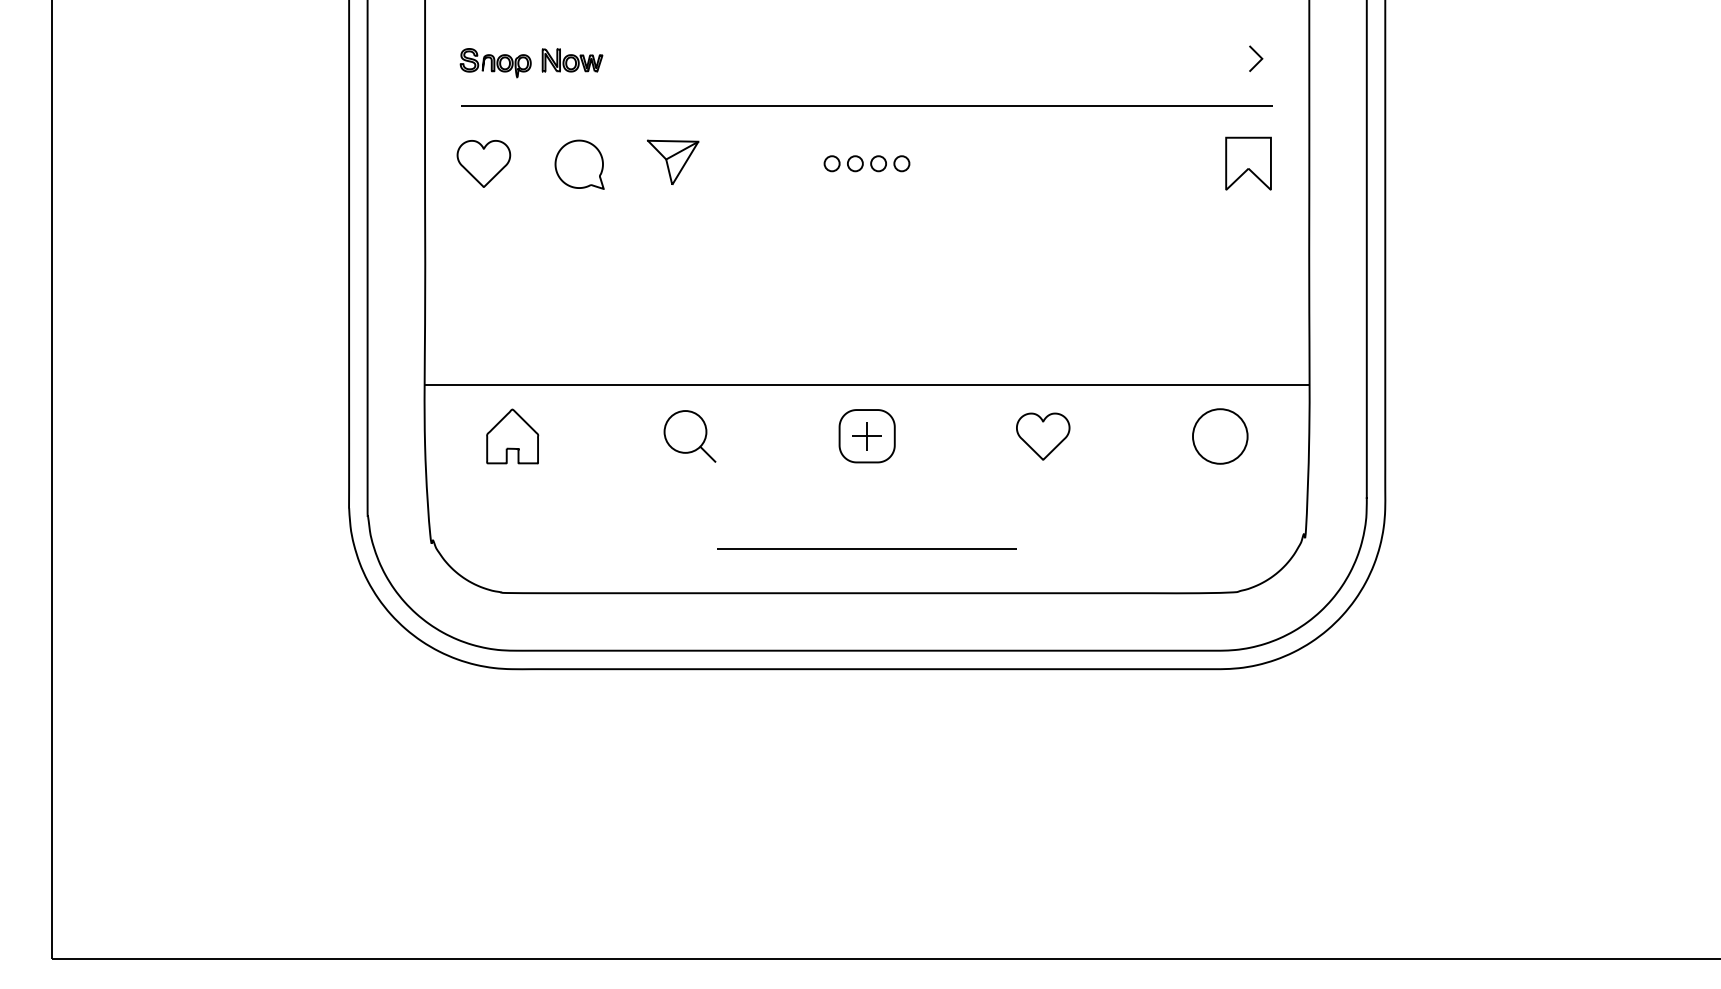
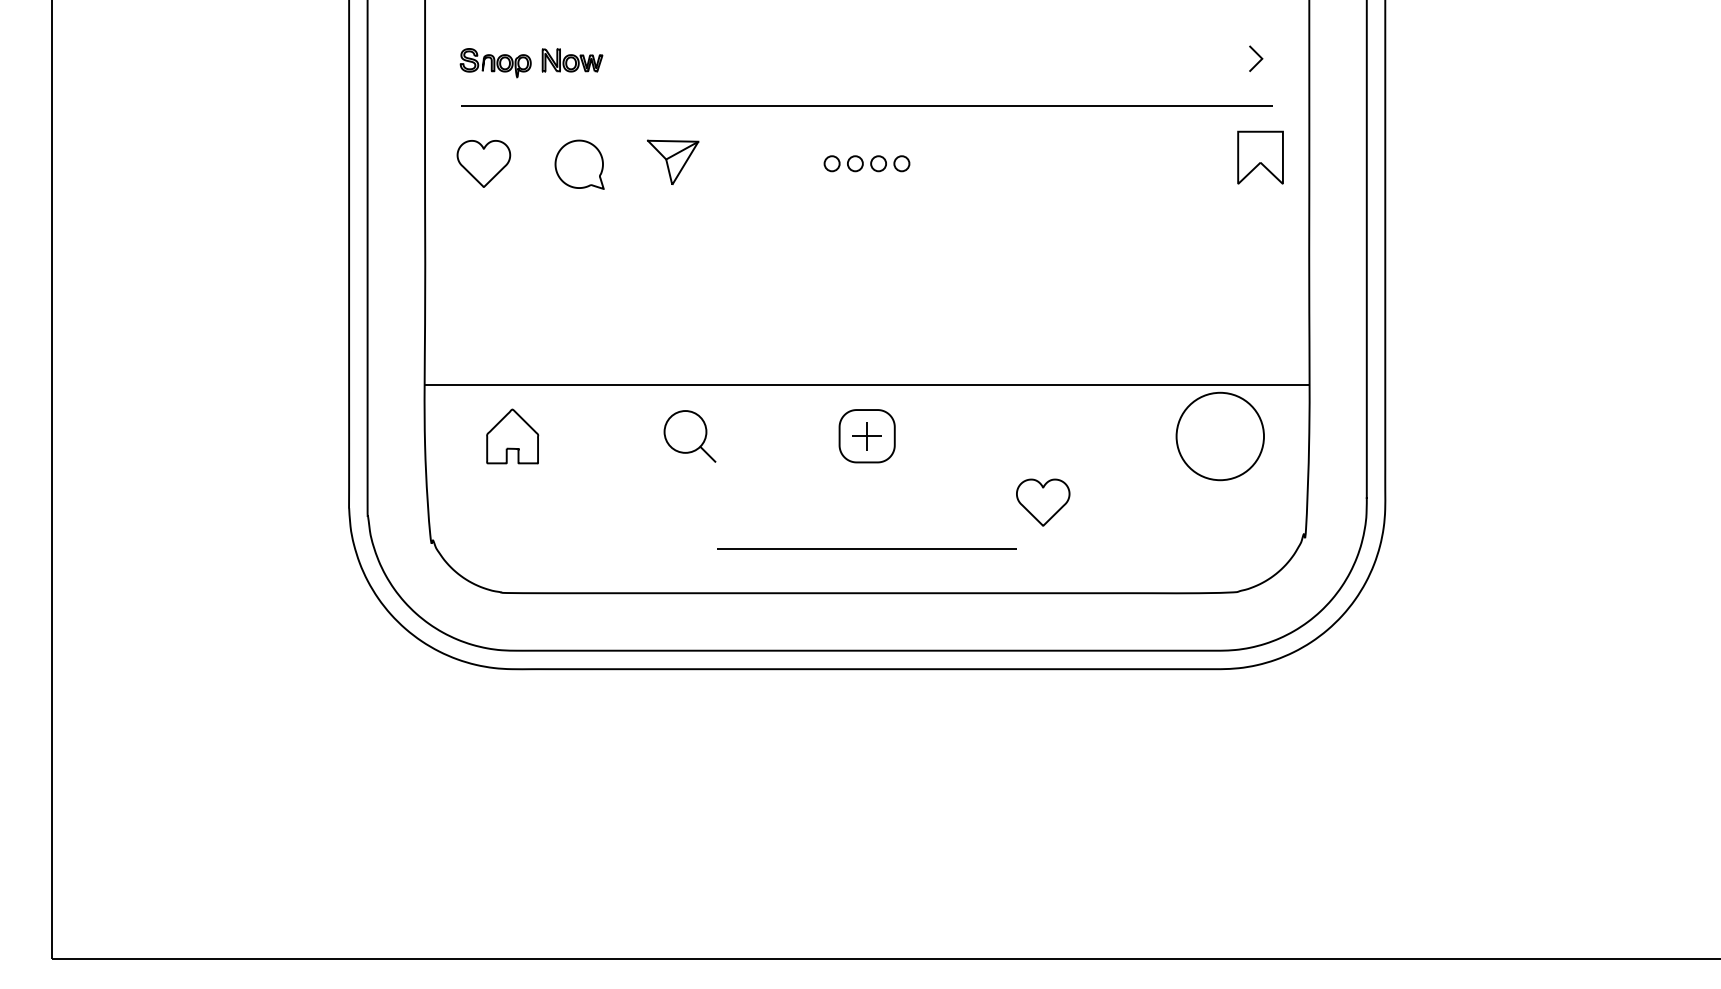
part at (1248, 163) position: (1248, 163) -> (1260, 157)
part at (1043, 436) position: (1043, 436) -> (1043, 502)
circle at (1219, 436) diameter: 55 px -> 87 px
